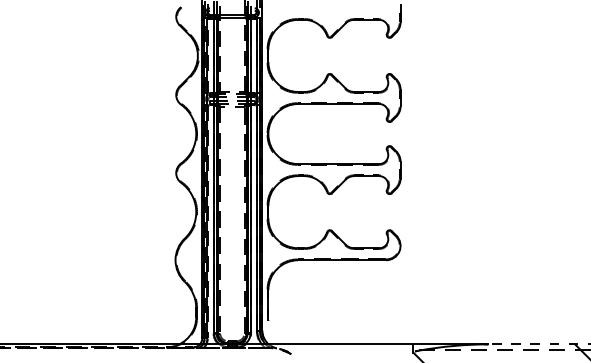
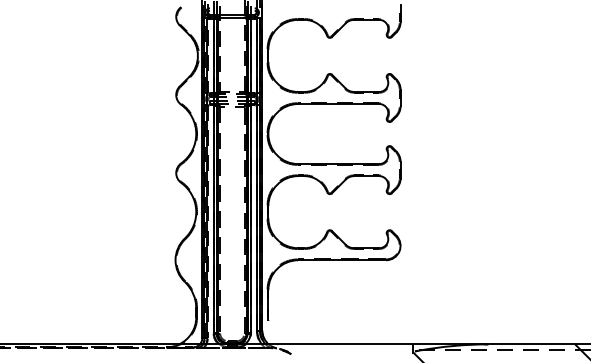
line at (539, 344): dashed -> solid
